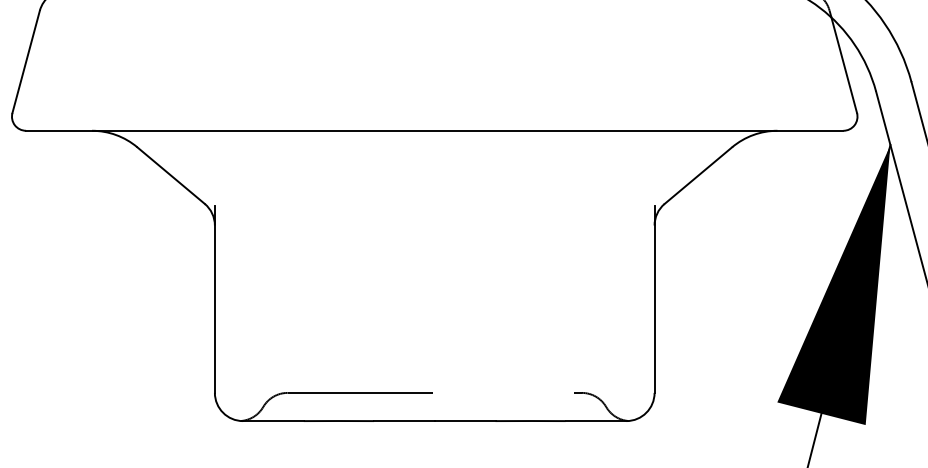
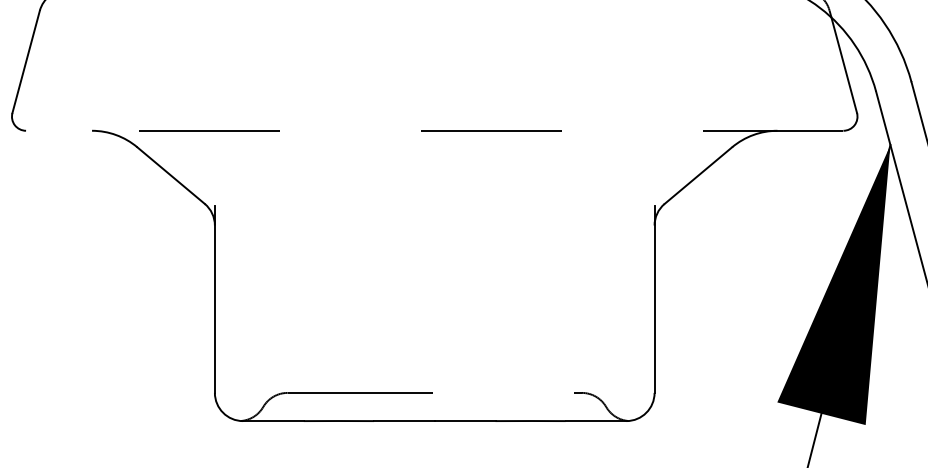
line at (434, 130): solid -> dashed
